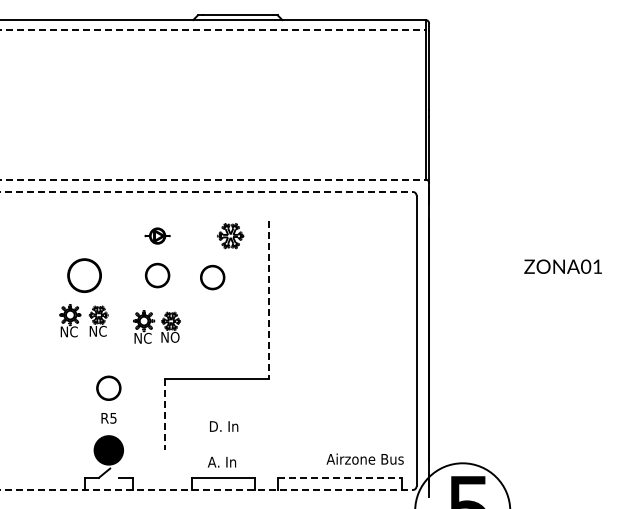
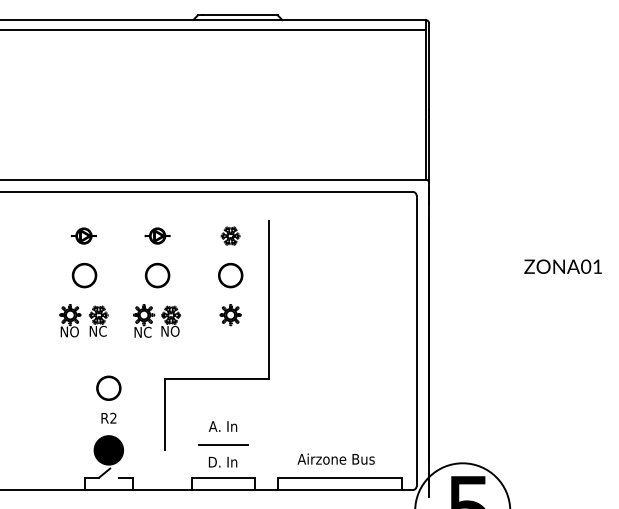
line at (213, 29): dashed -> solid
line at (213, 179): dashed -> solid
line at (207, 191): dashed -> solid
part at (83, 235): none -> present
part at (230, 236) size: 28x27 px -> 21x20 px
part at (84, 275) size: 35x35 px -> 27x27 px
part at (212, 277) position: (212, 277) -> (230, 275)
line at (269, 300): dashed -> solid
part at (230, 315): none -> present
part at (157, 326) position: (157, 326) -> (157, 320)
text at (76, 331): NC -> NO
line at (164, 414): dashed -> solid
text at (113, 417): R5 -> R2
text at (223, 426): D. In -> A. In
line at (222, 445): none -> present
text at (364, 458) position: (364, 458) -> (335, 458)
text at (222, 461): A. In -> D. In
line at (340, 477): dashed -> solid
line at (207, 489): dashed -> solid
